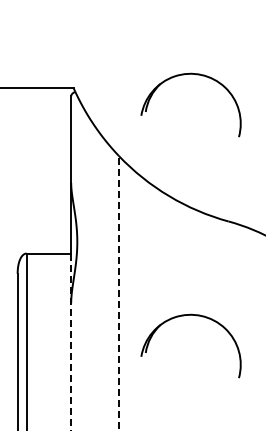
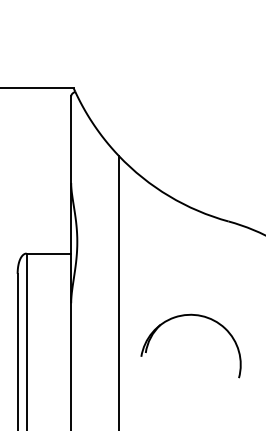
part at (184, 75): present -> none
line at (118, 292): dashed -> solid
line at (71, 342): dashed -> solid
